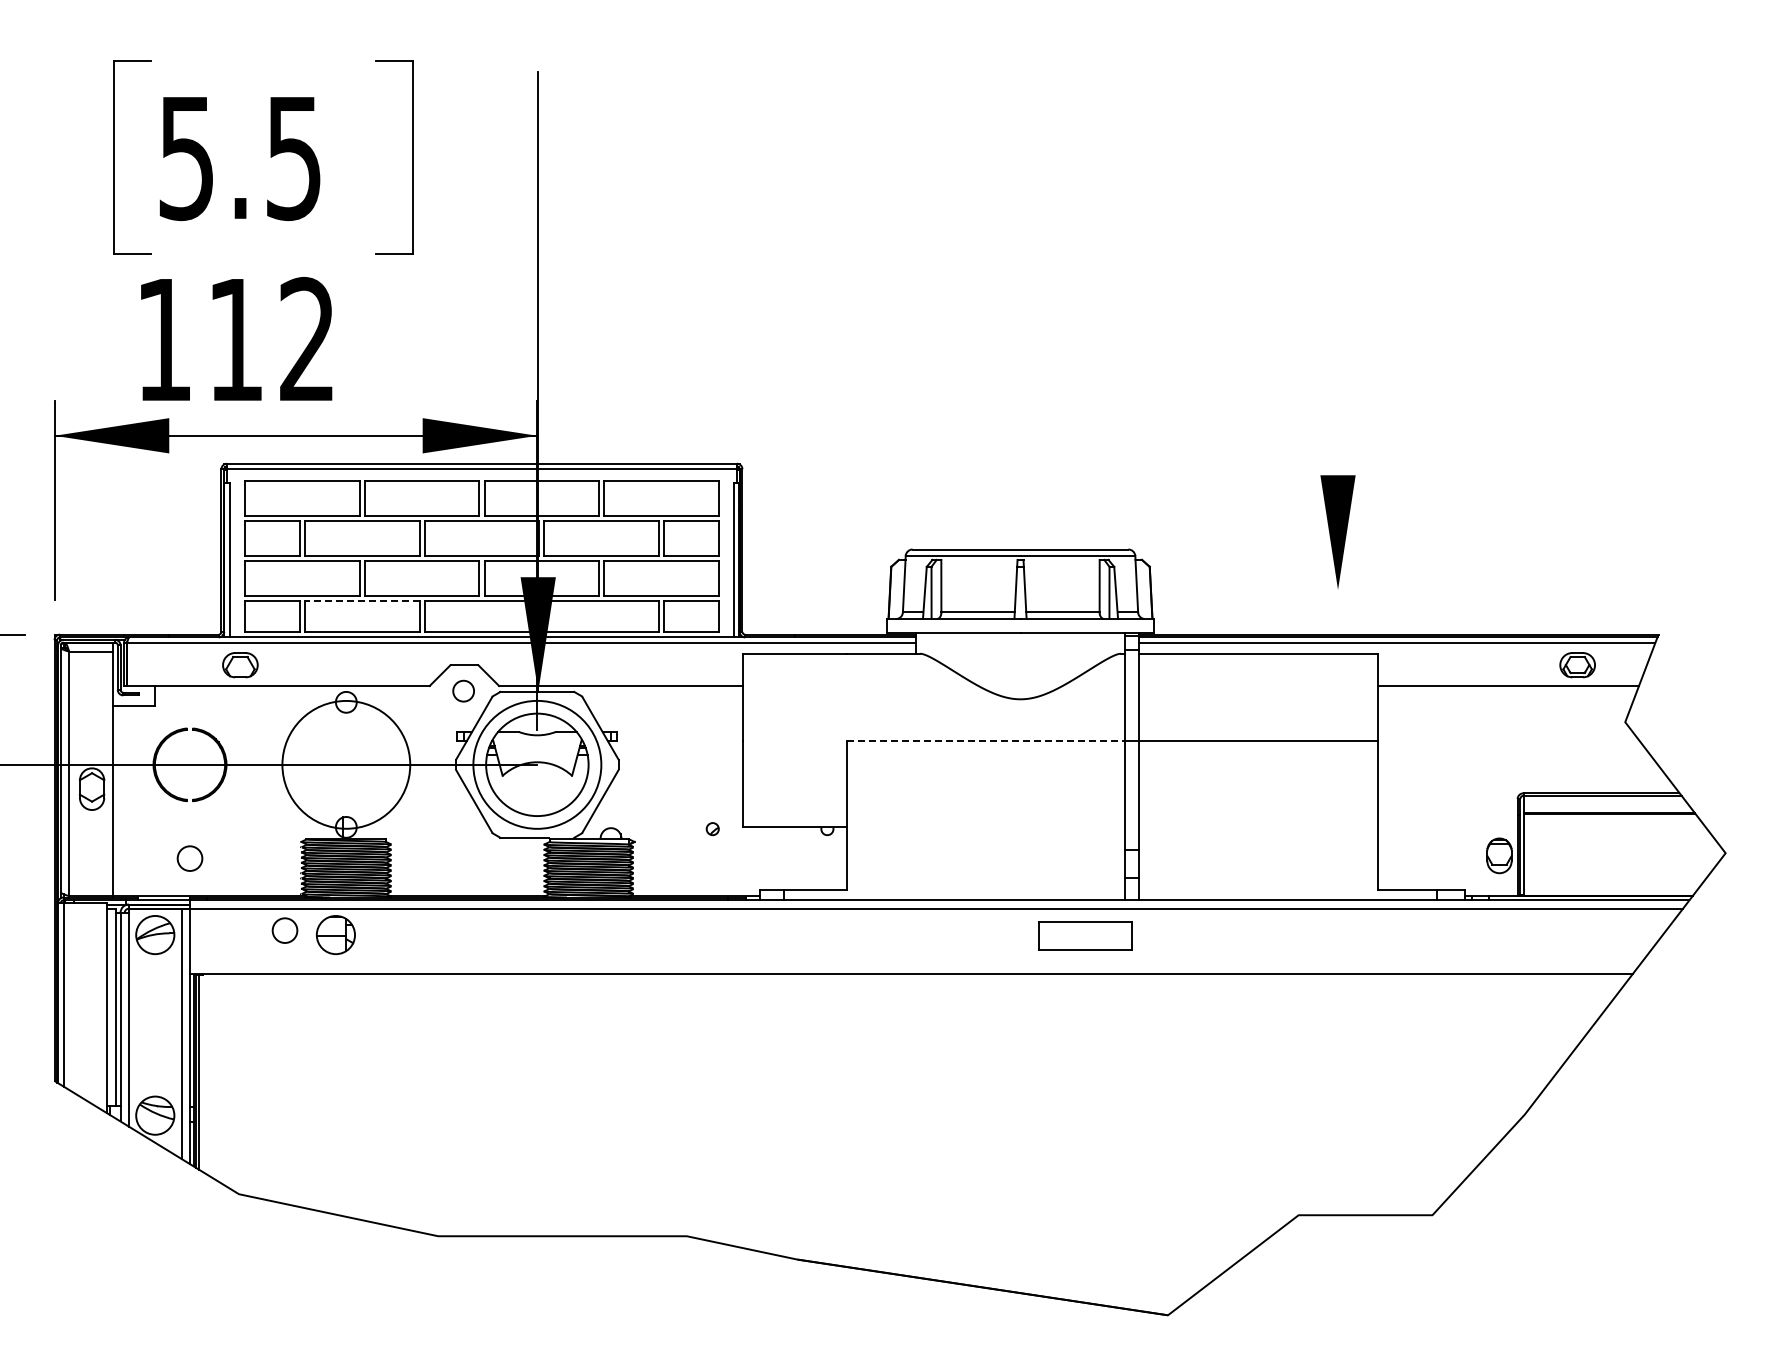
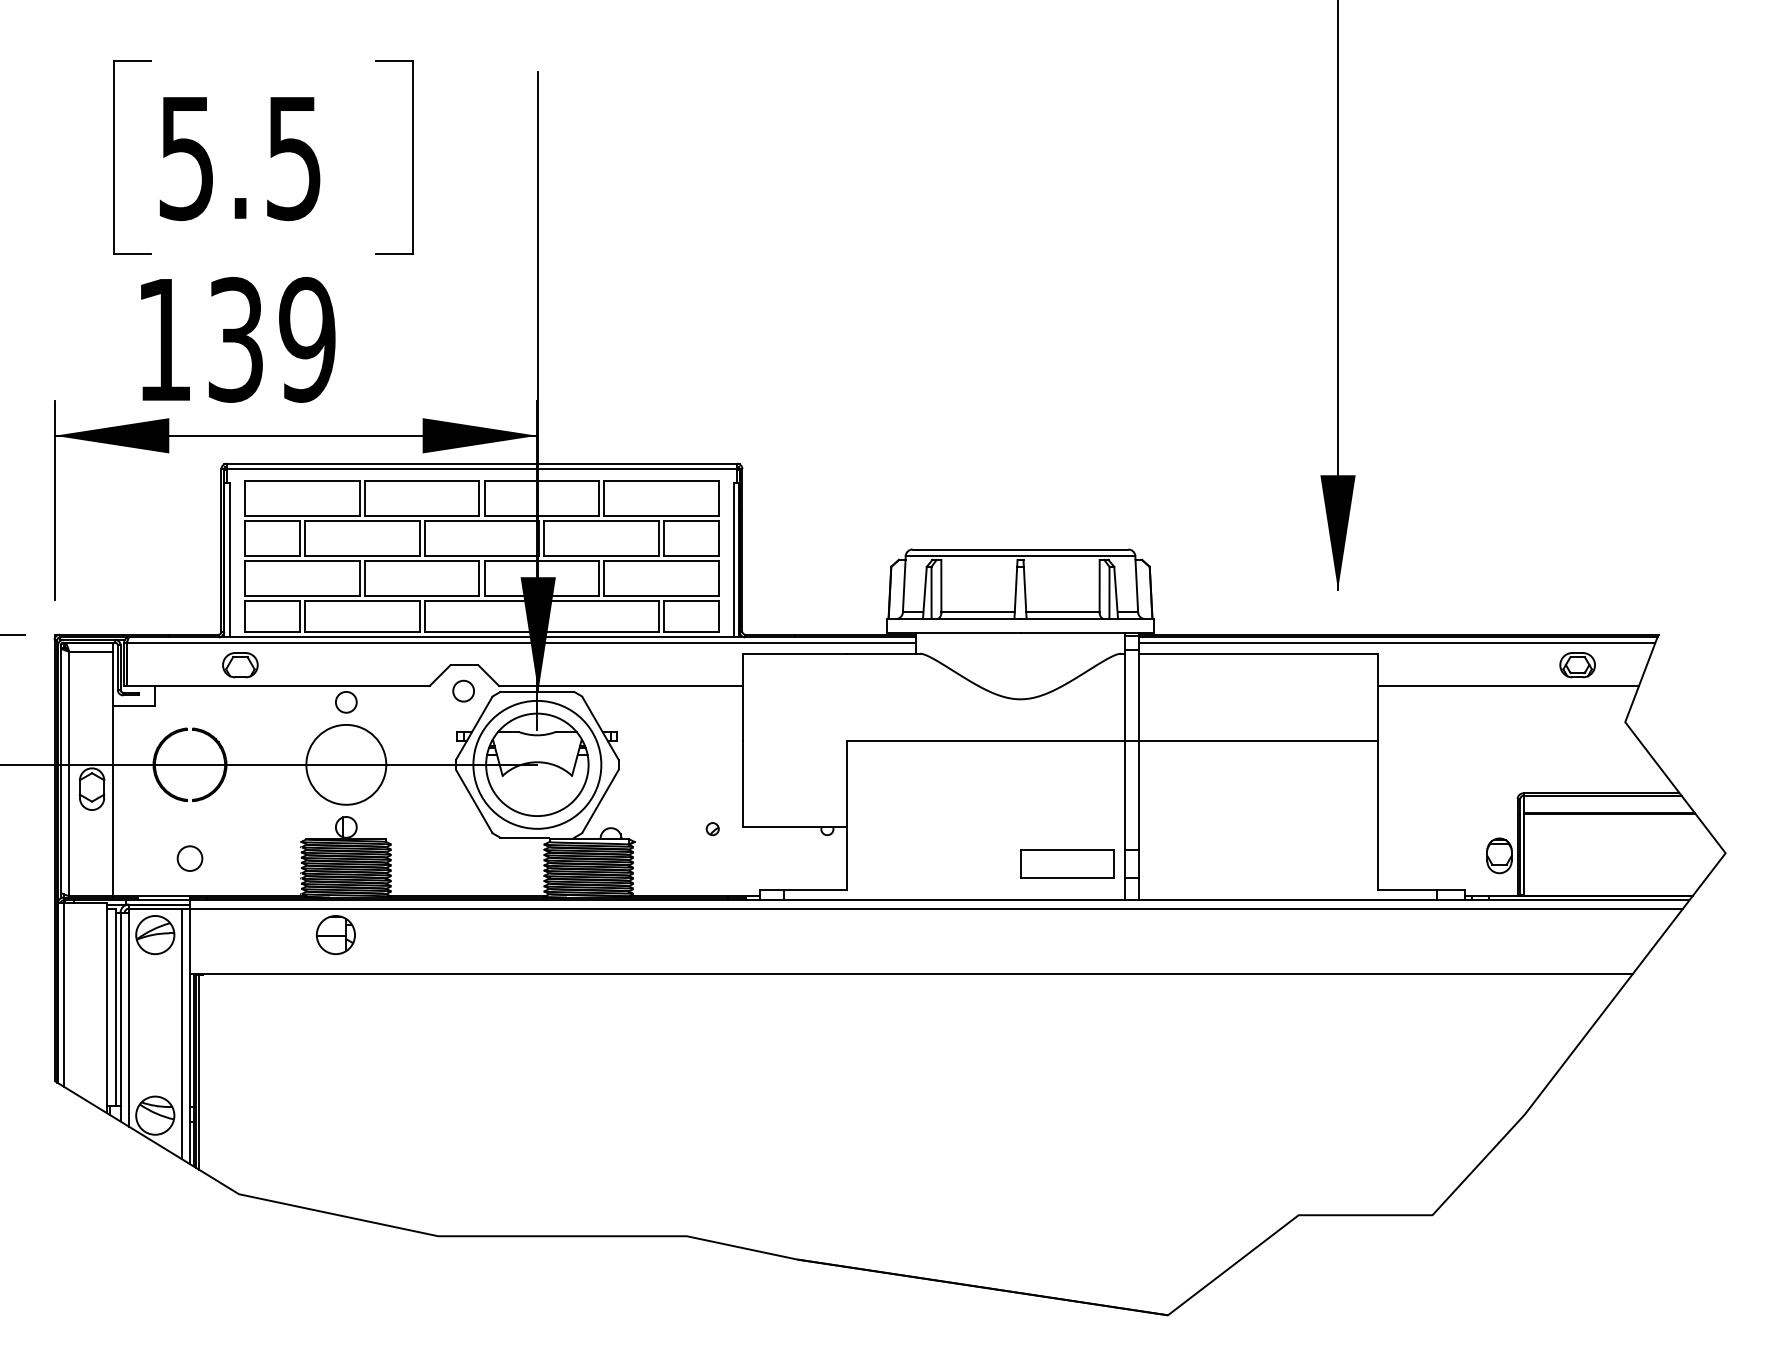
line at (1338, 295): none -> present
text at (271, 339): 112 -> 139
line at (361, 600): dashed -> solid
line at (985, 740): dashed -> solid
circle at (346, 764) diameter: 128 px -> 80 px
circle at (284, 930): present -> none
part at (1085, 935) position: (1085, 935) -> (1067, 863)
